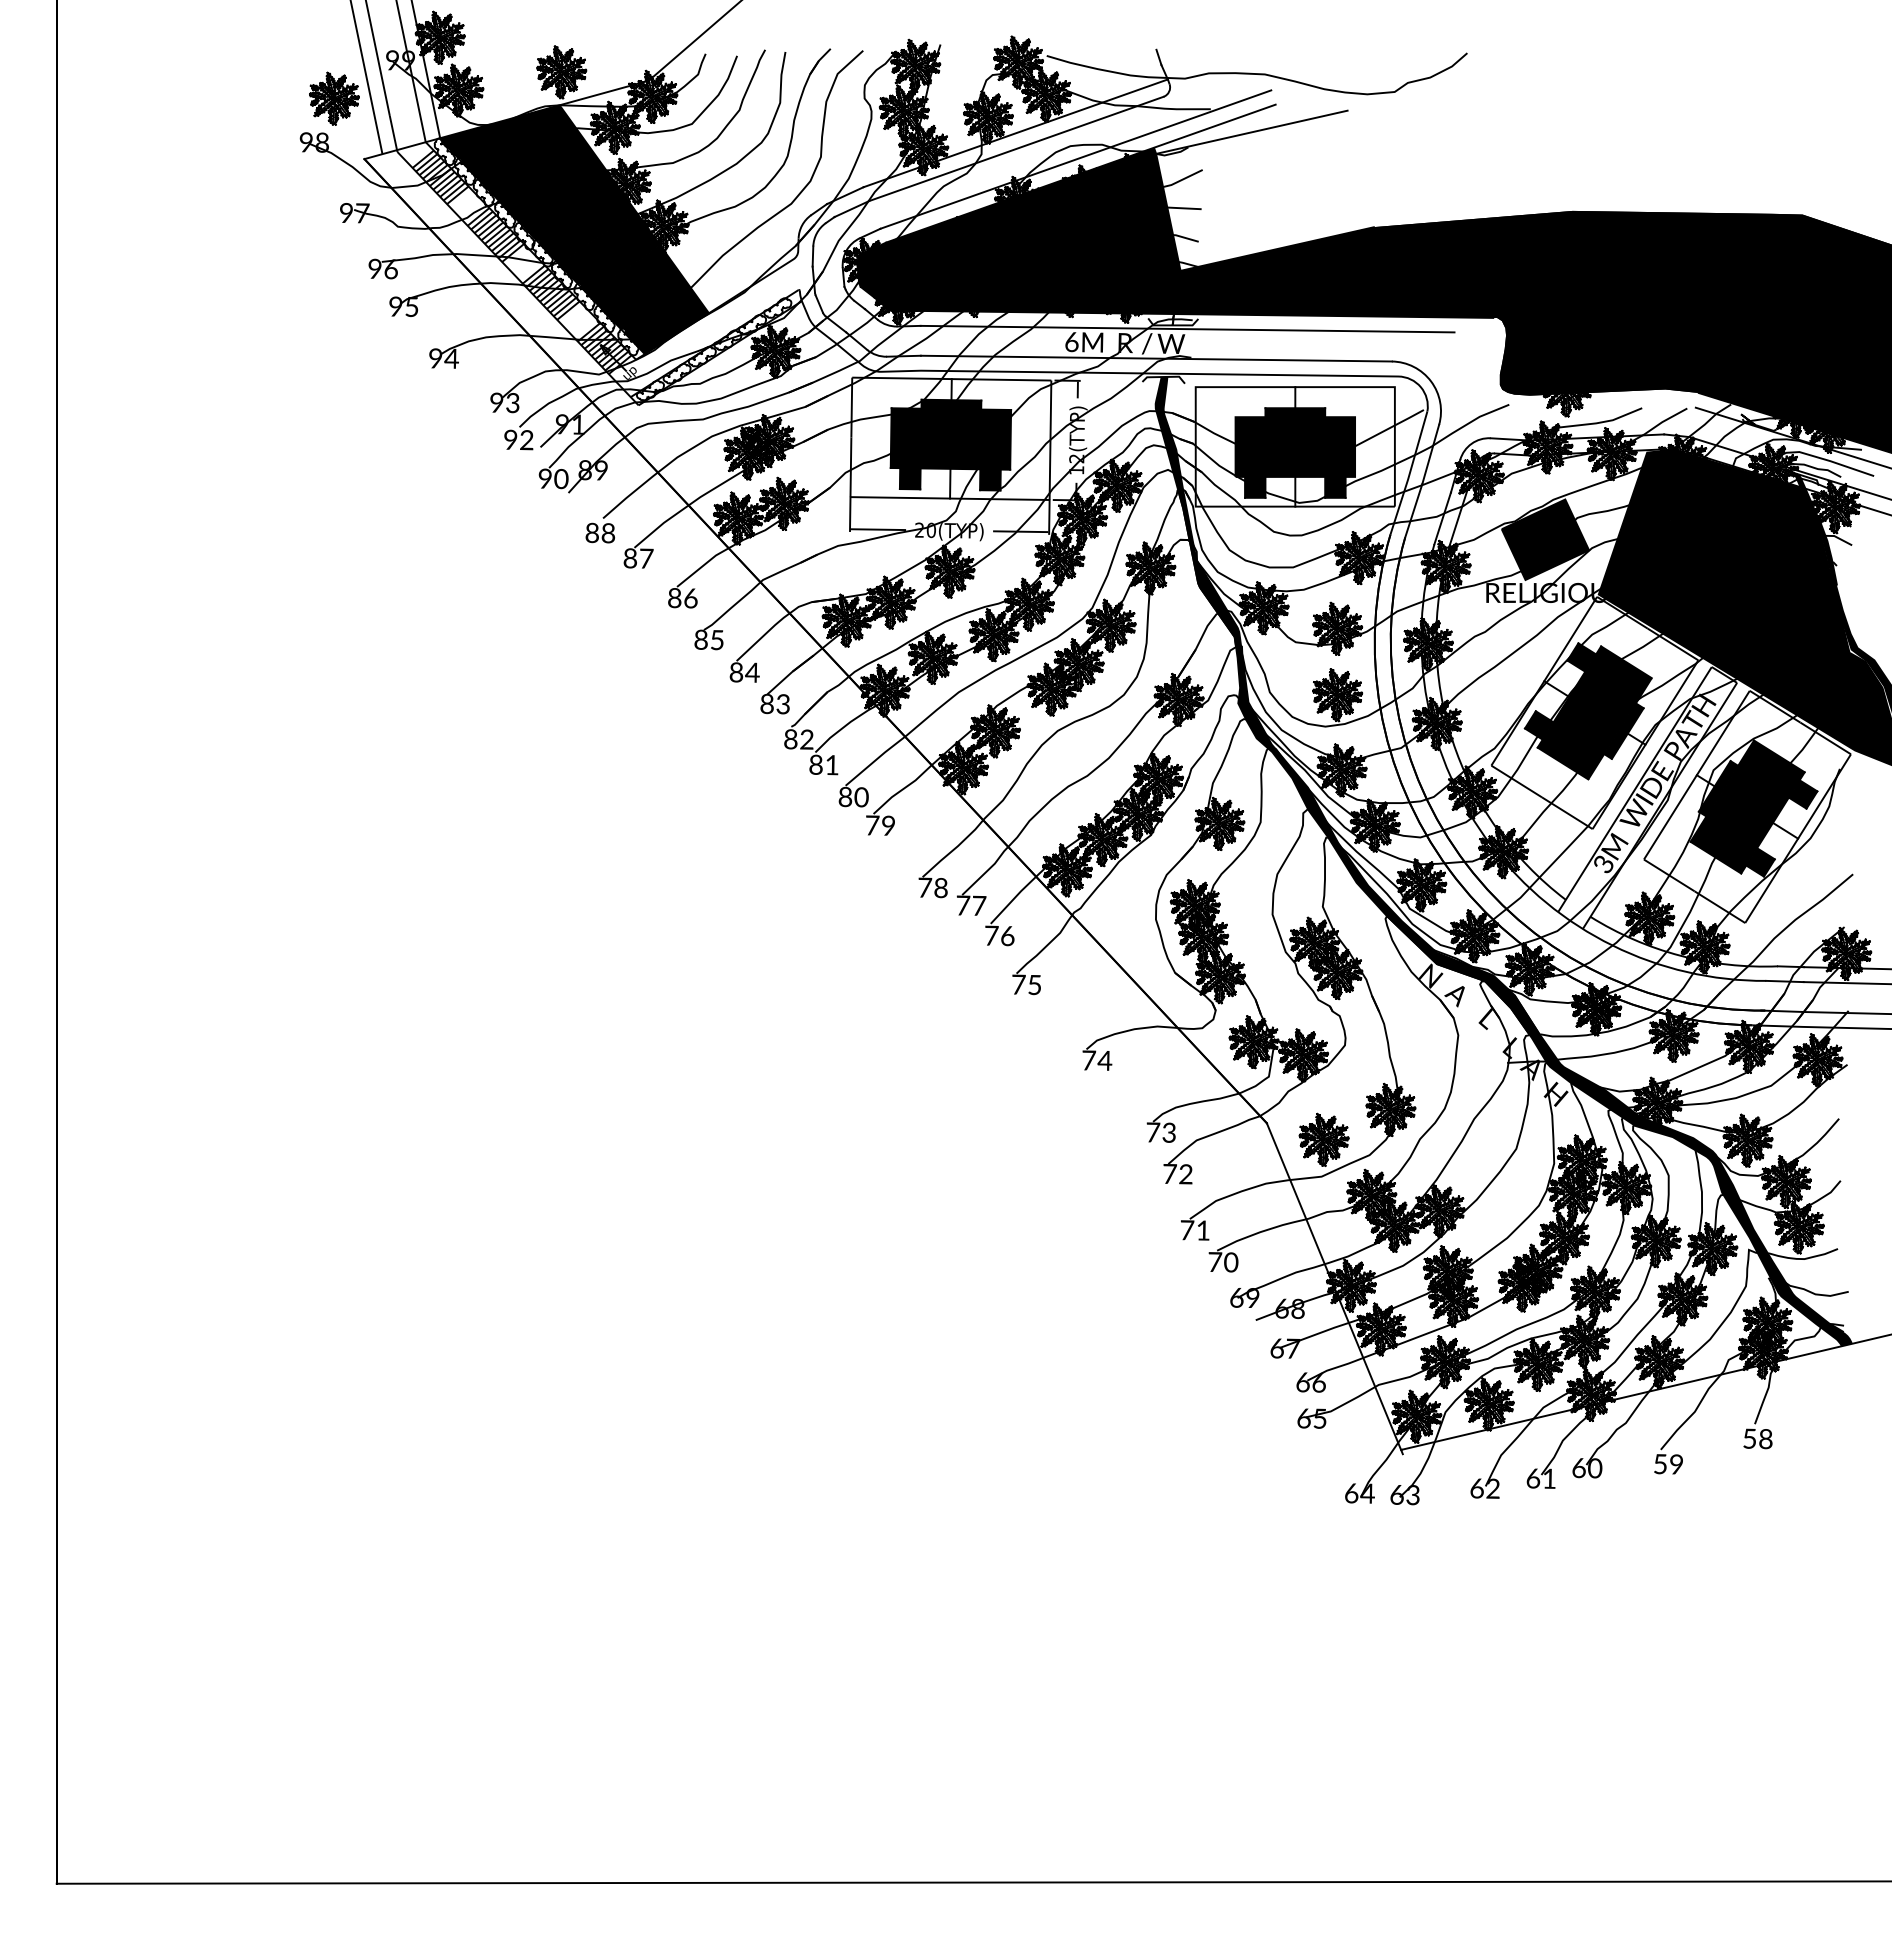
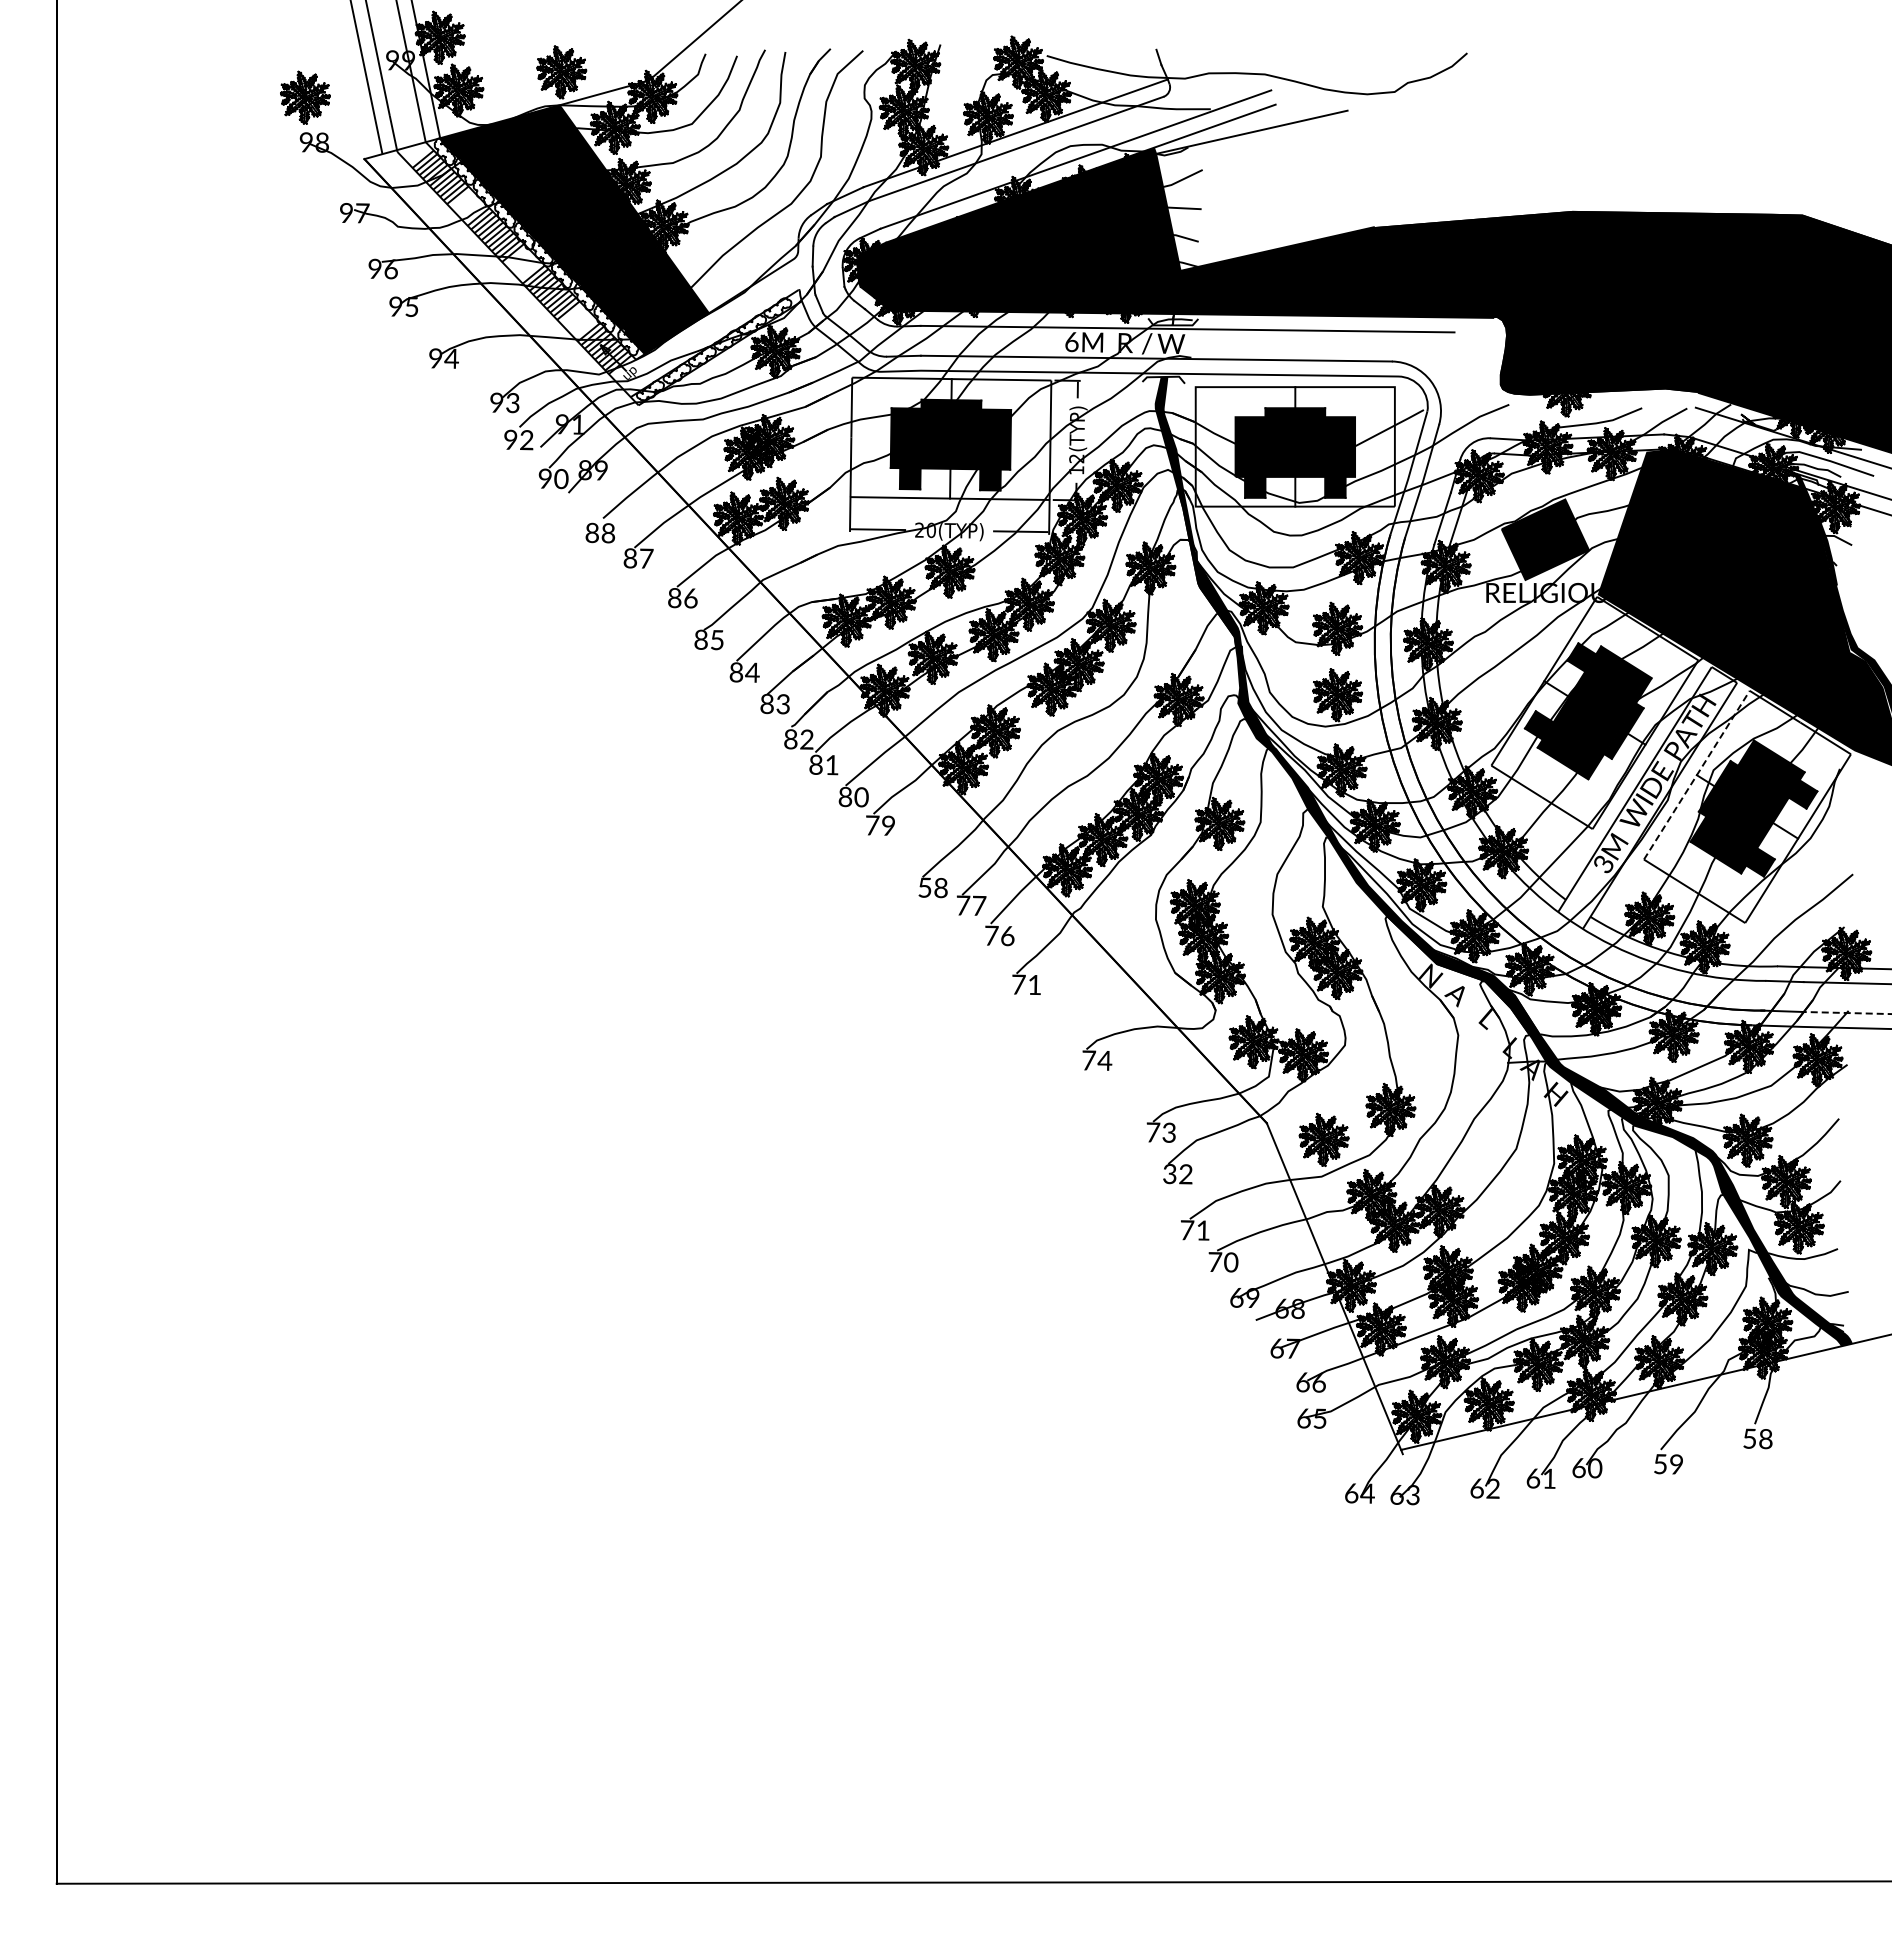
part at (334, 98) position: (334, 98) -> (305, 97)
line at (1696, 775): solid -> dashed
text at (925, 887): 78 -> 58
text at (1034, 985): 75 -> 71
line at (1846, 1013): solid -> dashed
text at (1169, 1174): 72 -> 32
